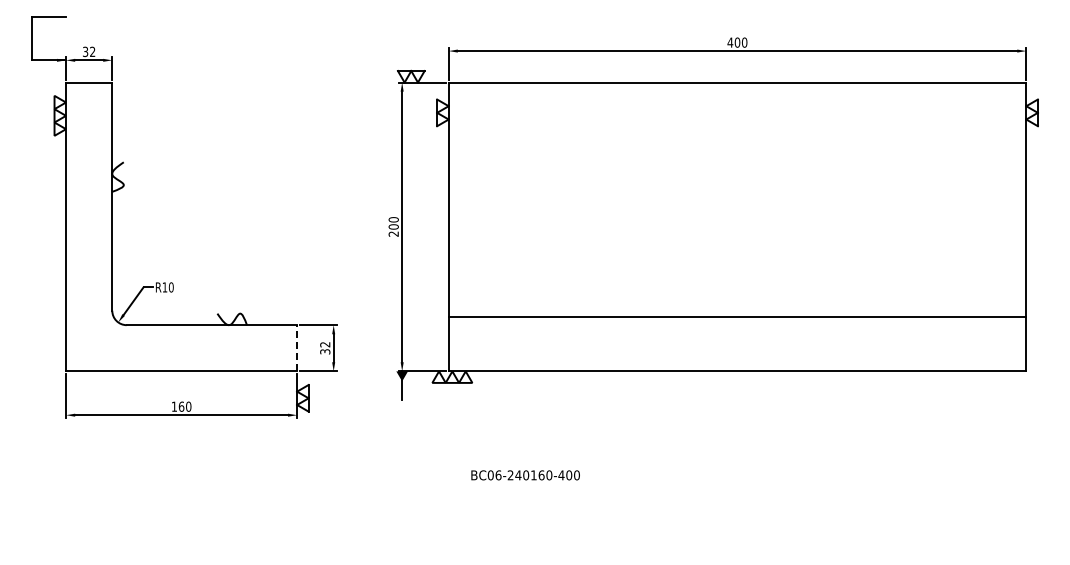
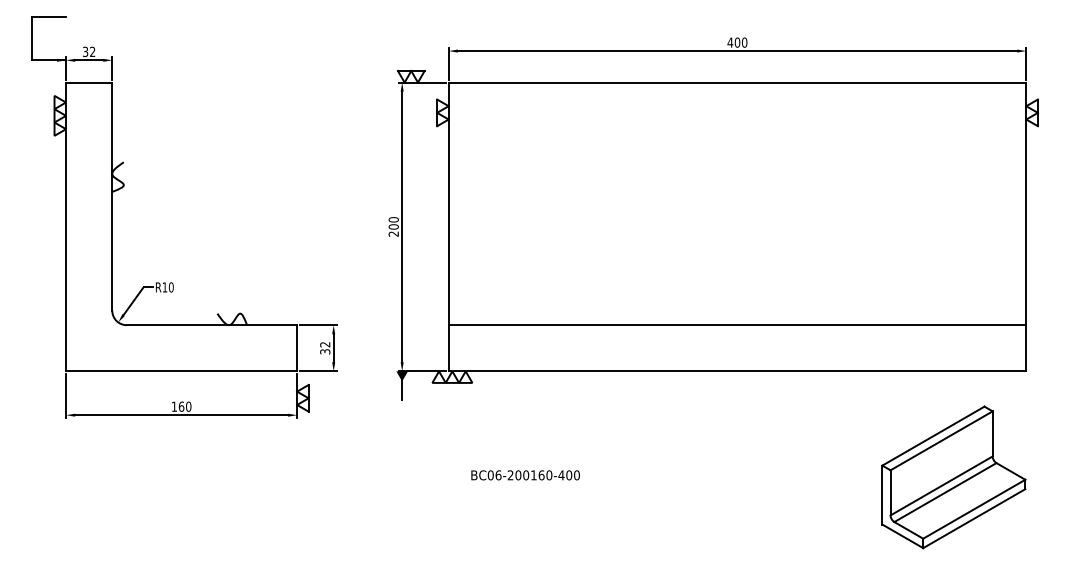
line at (737, 317) position: (737, 317) -> (737, 325)
line at (297, 347): dashed -> solid
text at (518, 475): BC06-240160-400 -> BC06-200160-400
part at (953, 477): none -> present
